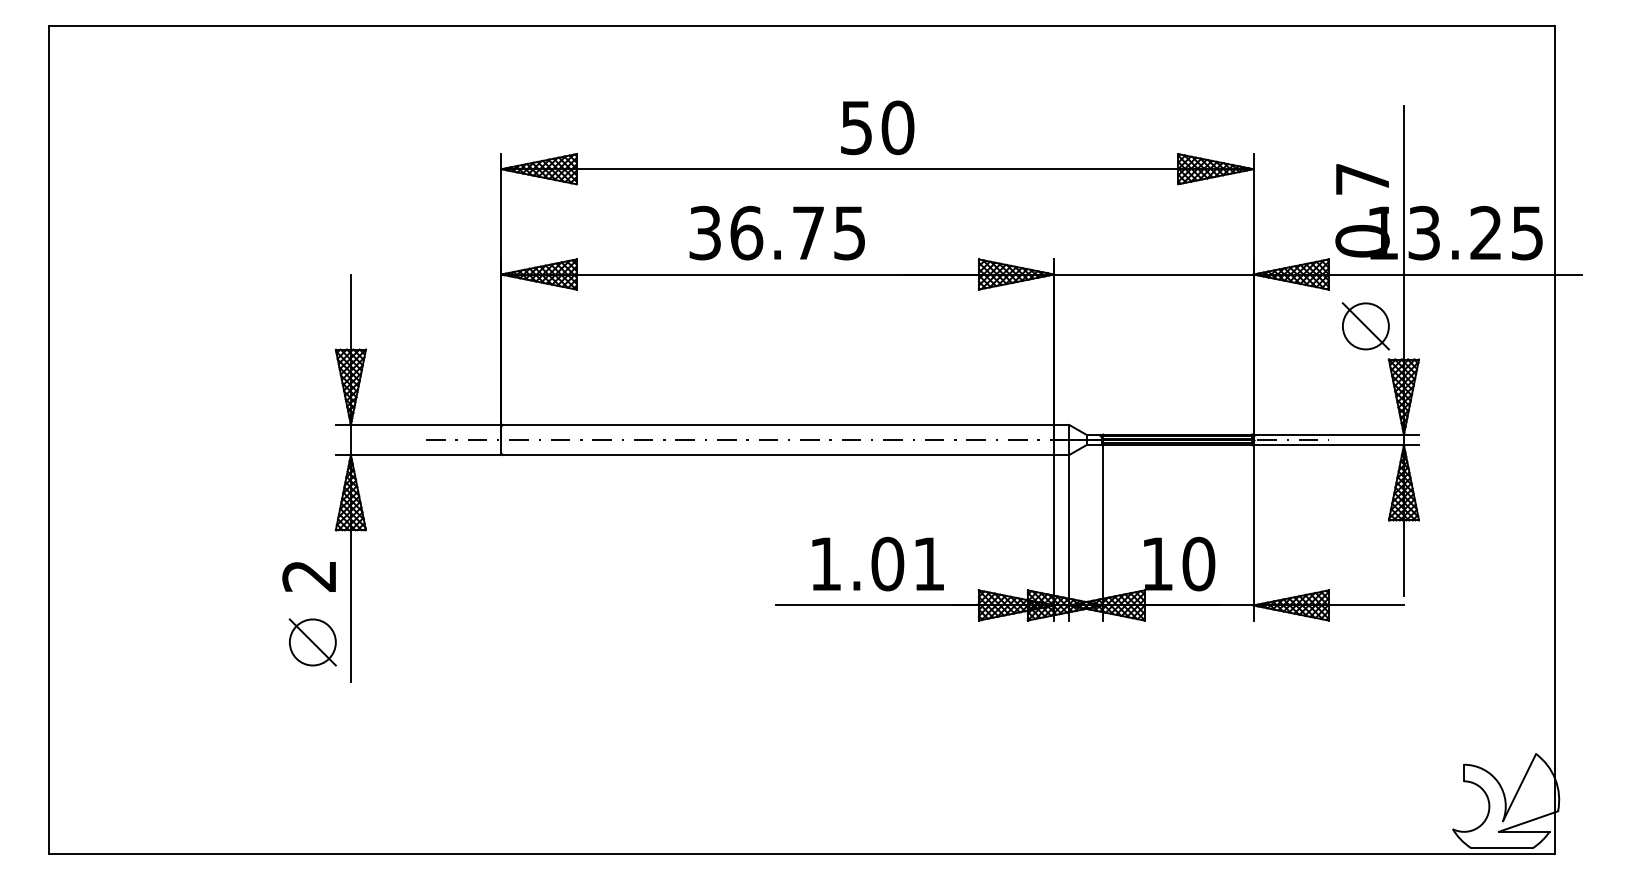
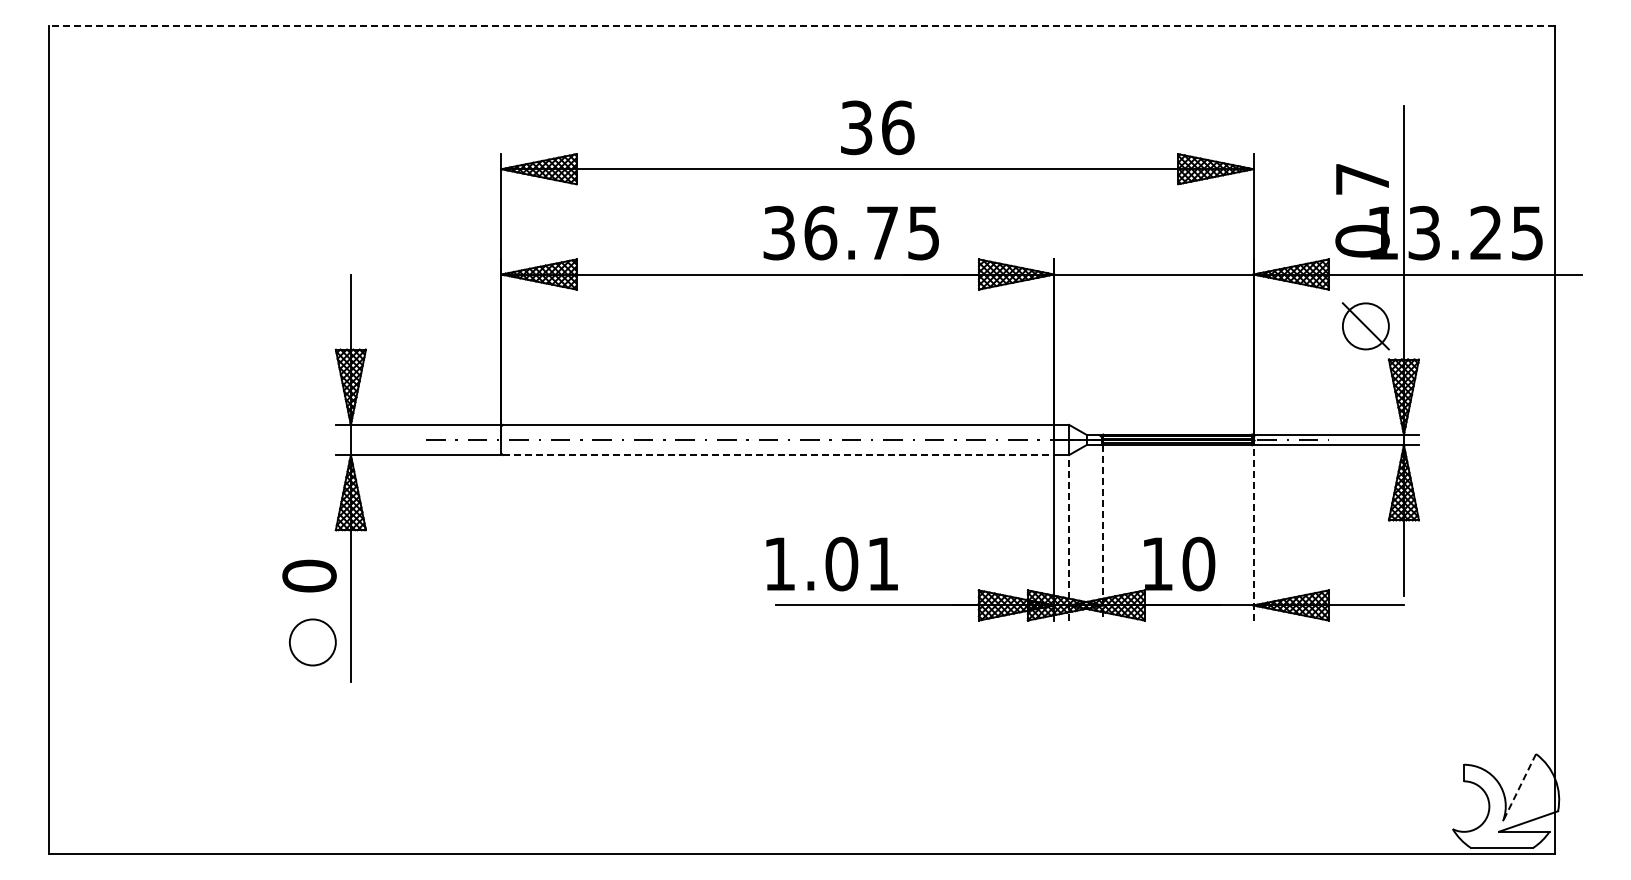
line at (801, 26): solid -> dashed
text at (877, 127): 50 -> 36
text at (776, 233) position: (776, 233) -> (850, 233)
line at (778, 455): solid -> dashed
line at (1103, 532): solid -> dashed
line at (1253, 532): solid -> dashed
line at (1069, 537): solid -> dashed
text at (877, 563) position: (877, 563) -> (831, 563)
text at (309, 575): 2 -> 0
line at (312, 642): present -> none
line at (1519, 788): solid -> dashed
